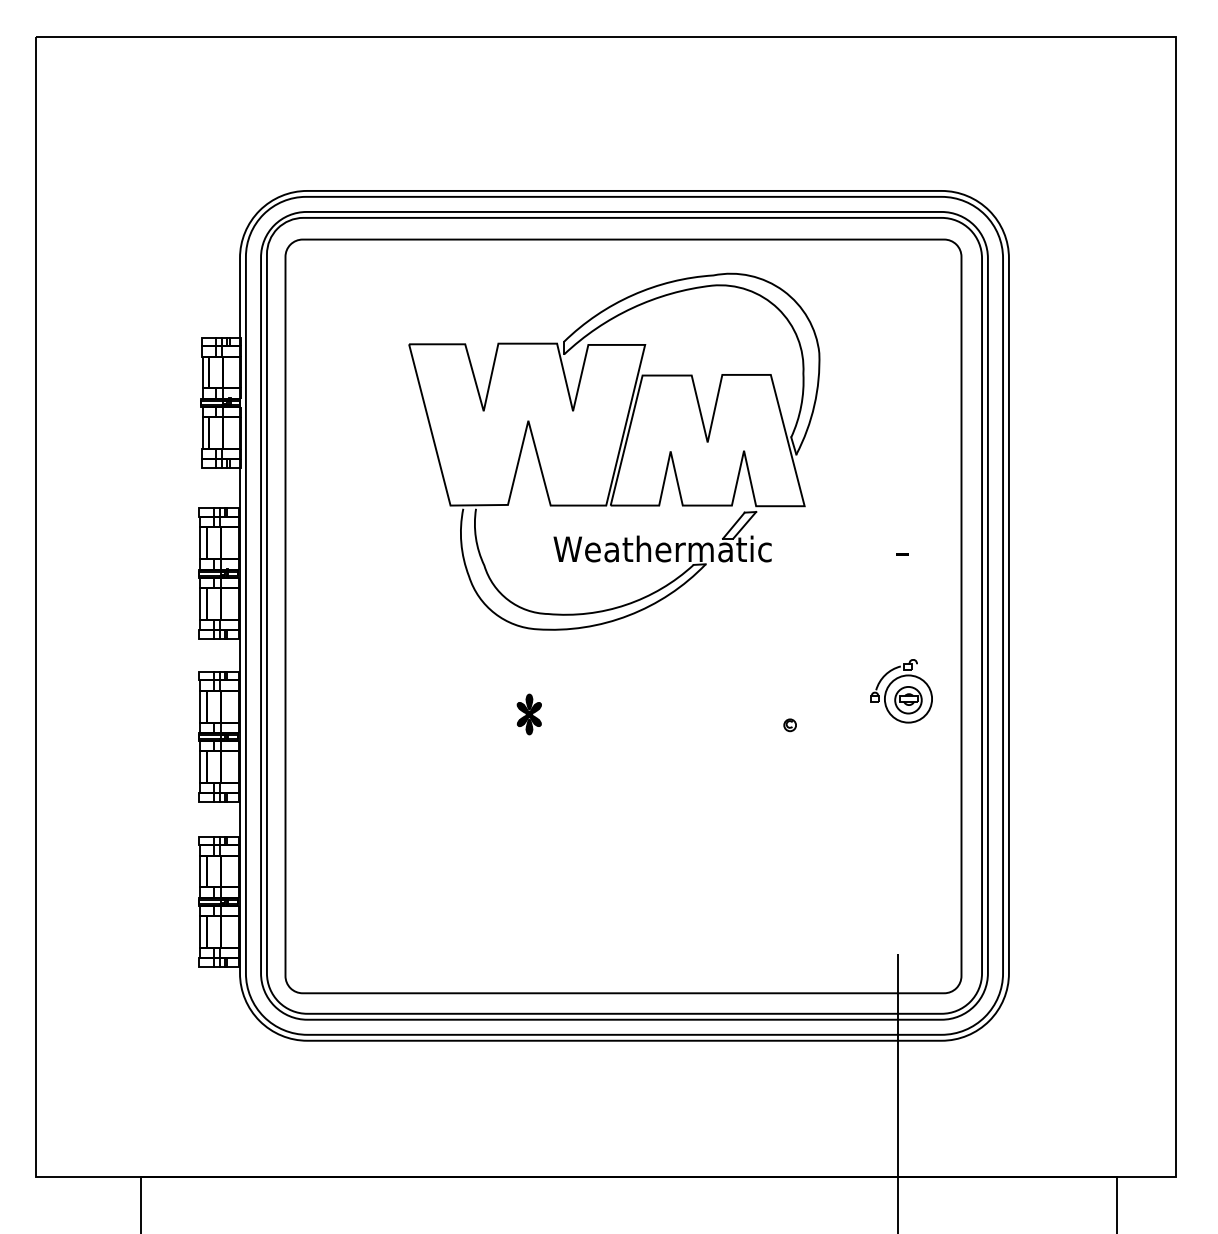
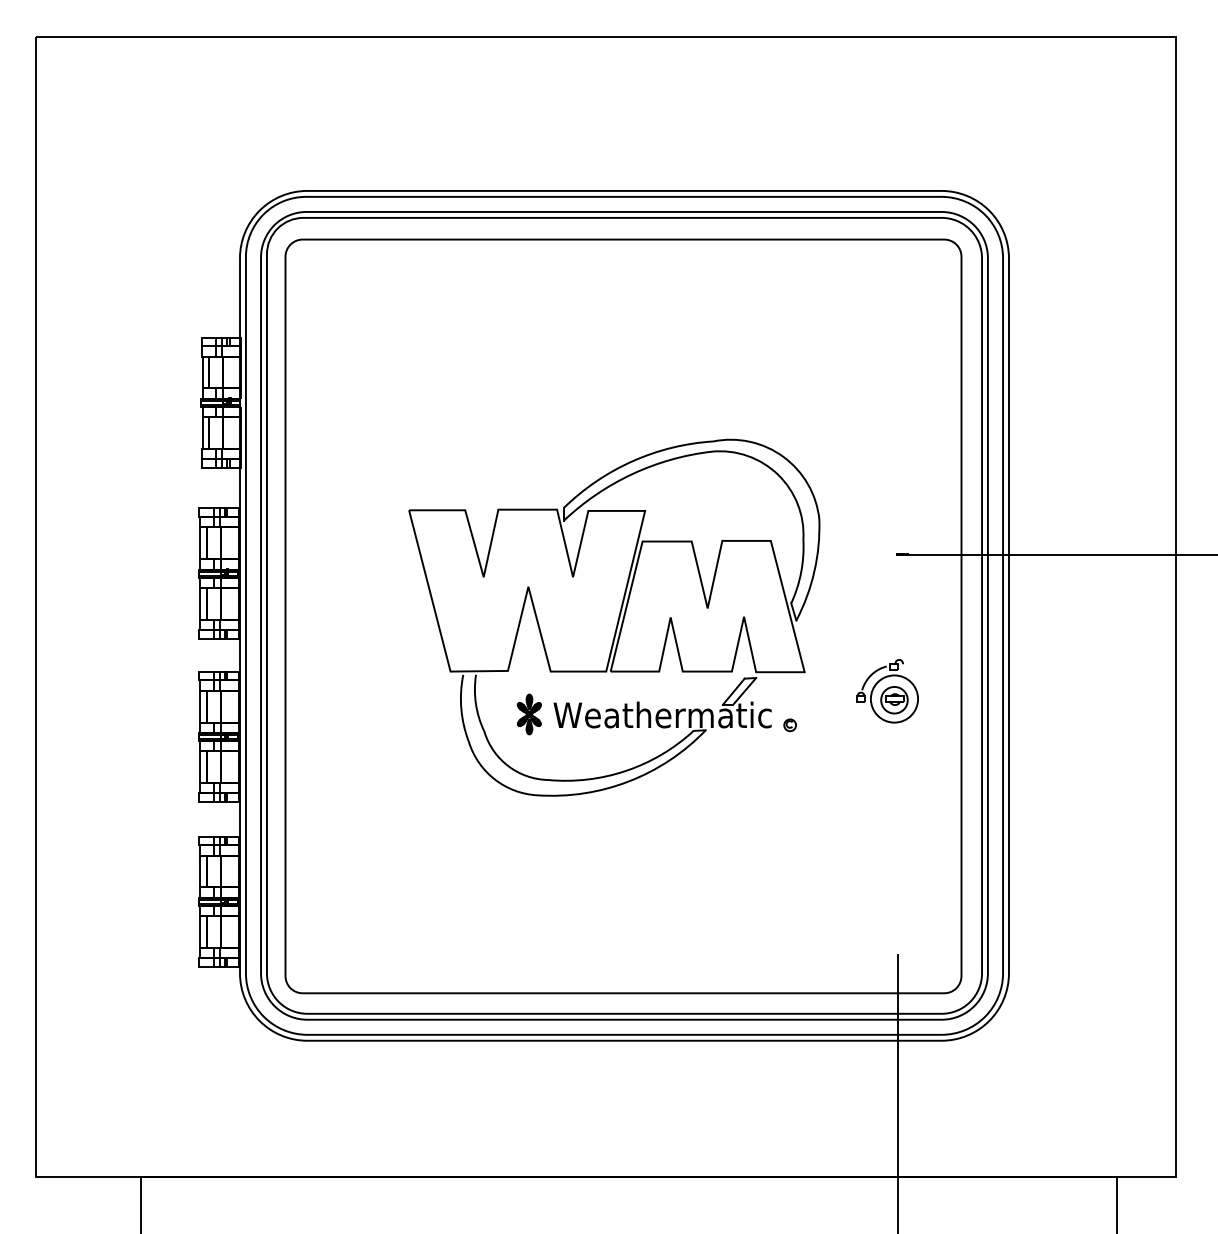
part at (614, 451) position: (614, 451) -> (614, 617)
line at (1056, 554): none -> present
part at (901, 691) position: (901, 691) -> (887, 691)
